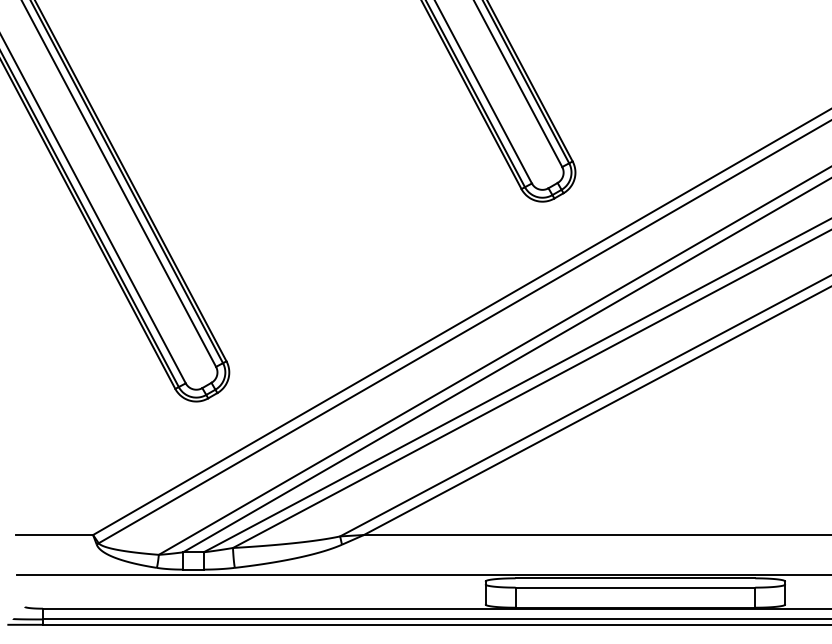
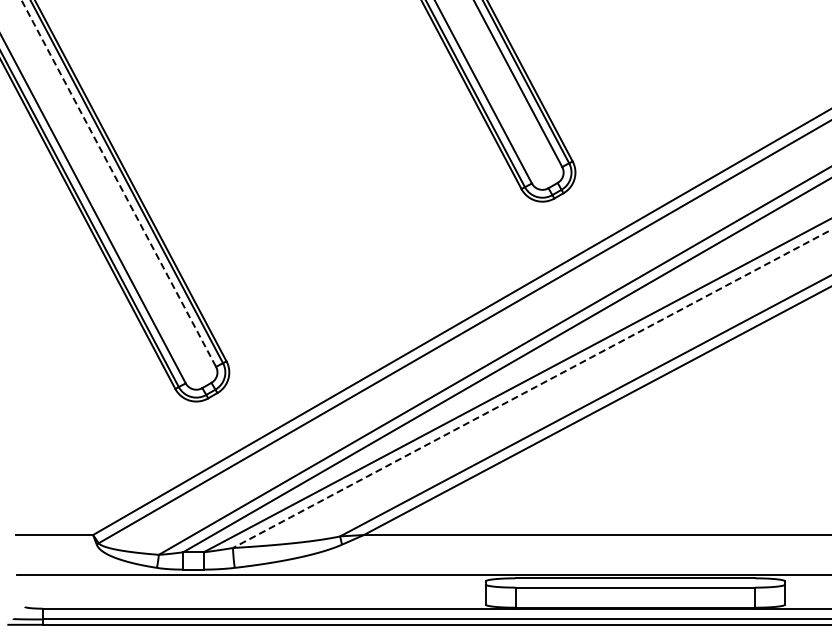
line at (119, 184): solid -> dashed
line at (532, 388): solid -> dashed
